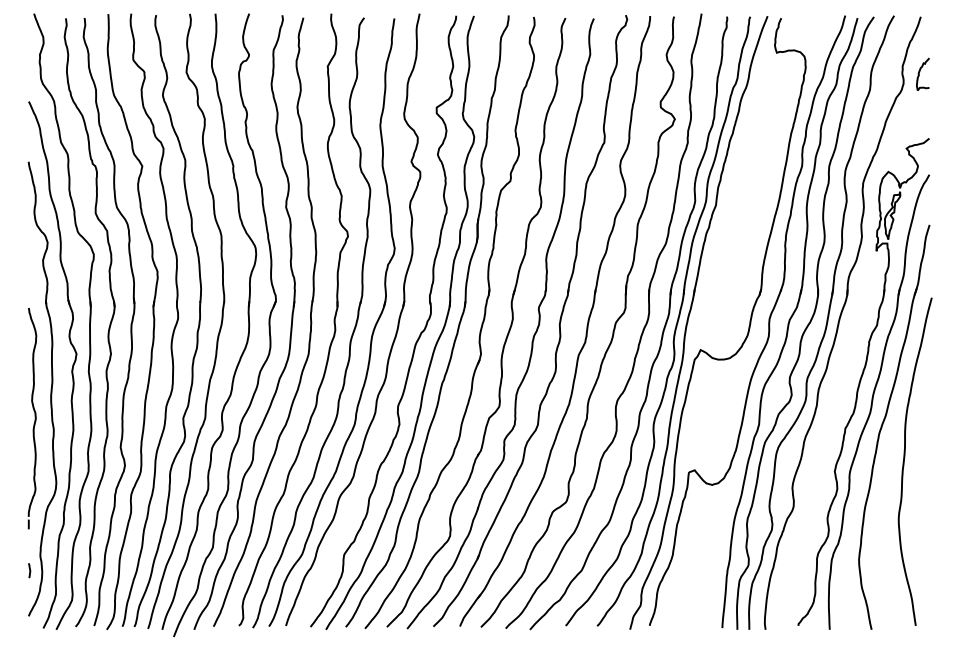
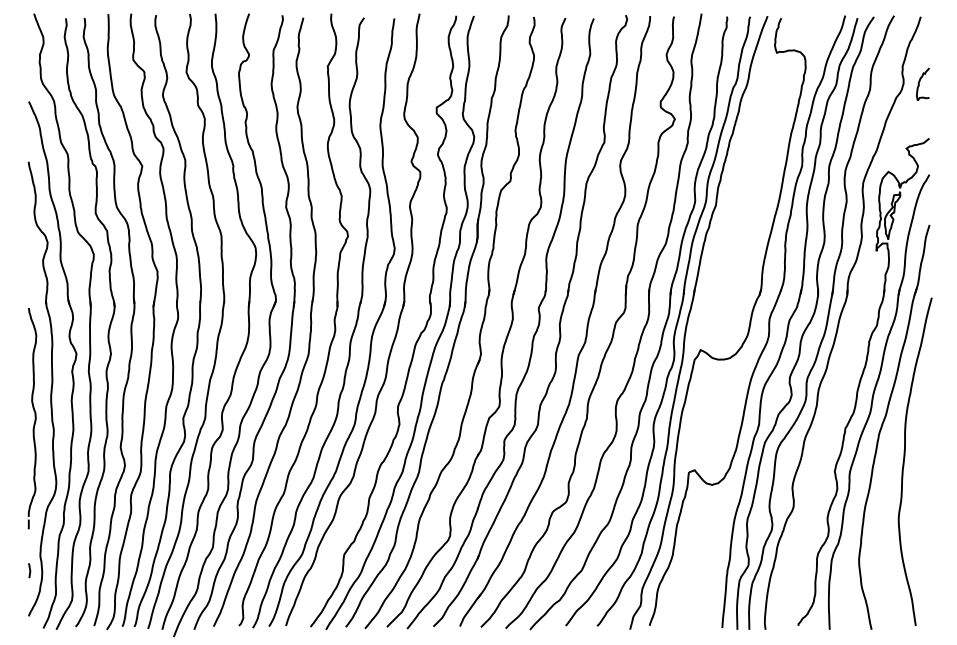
curve at (920, 71) position: (920, 71) -> (920, 81)
